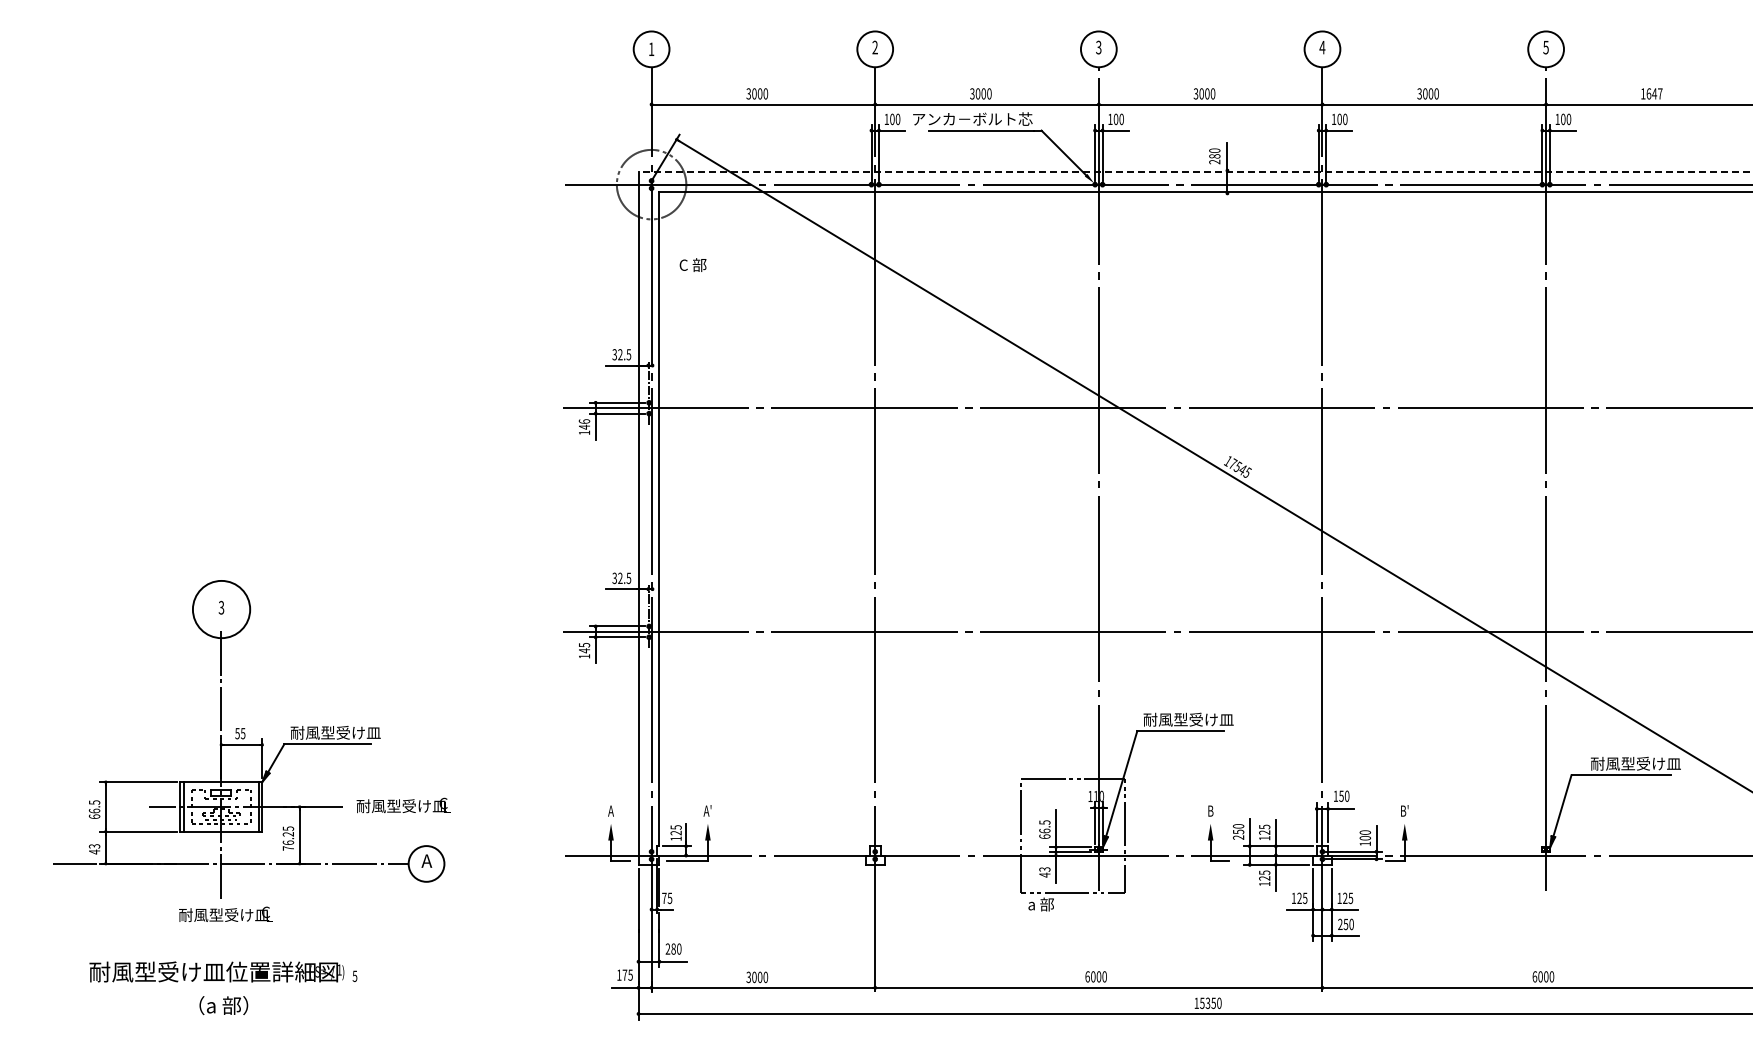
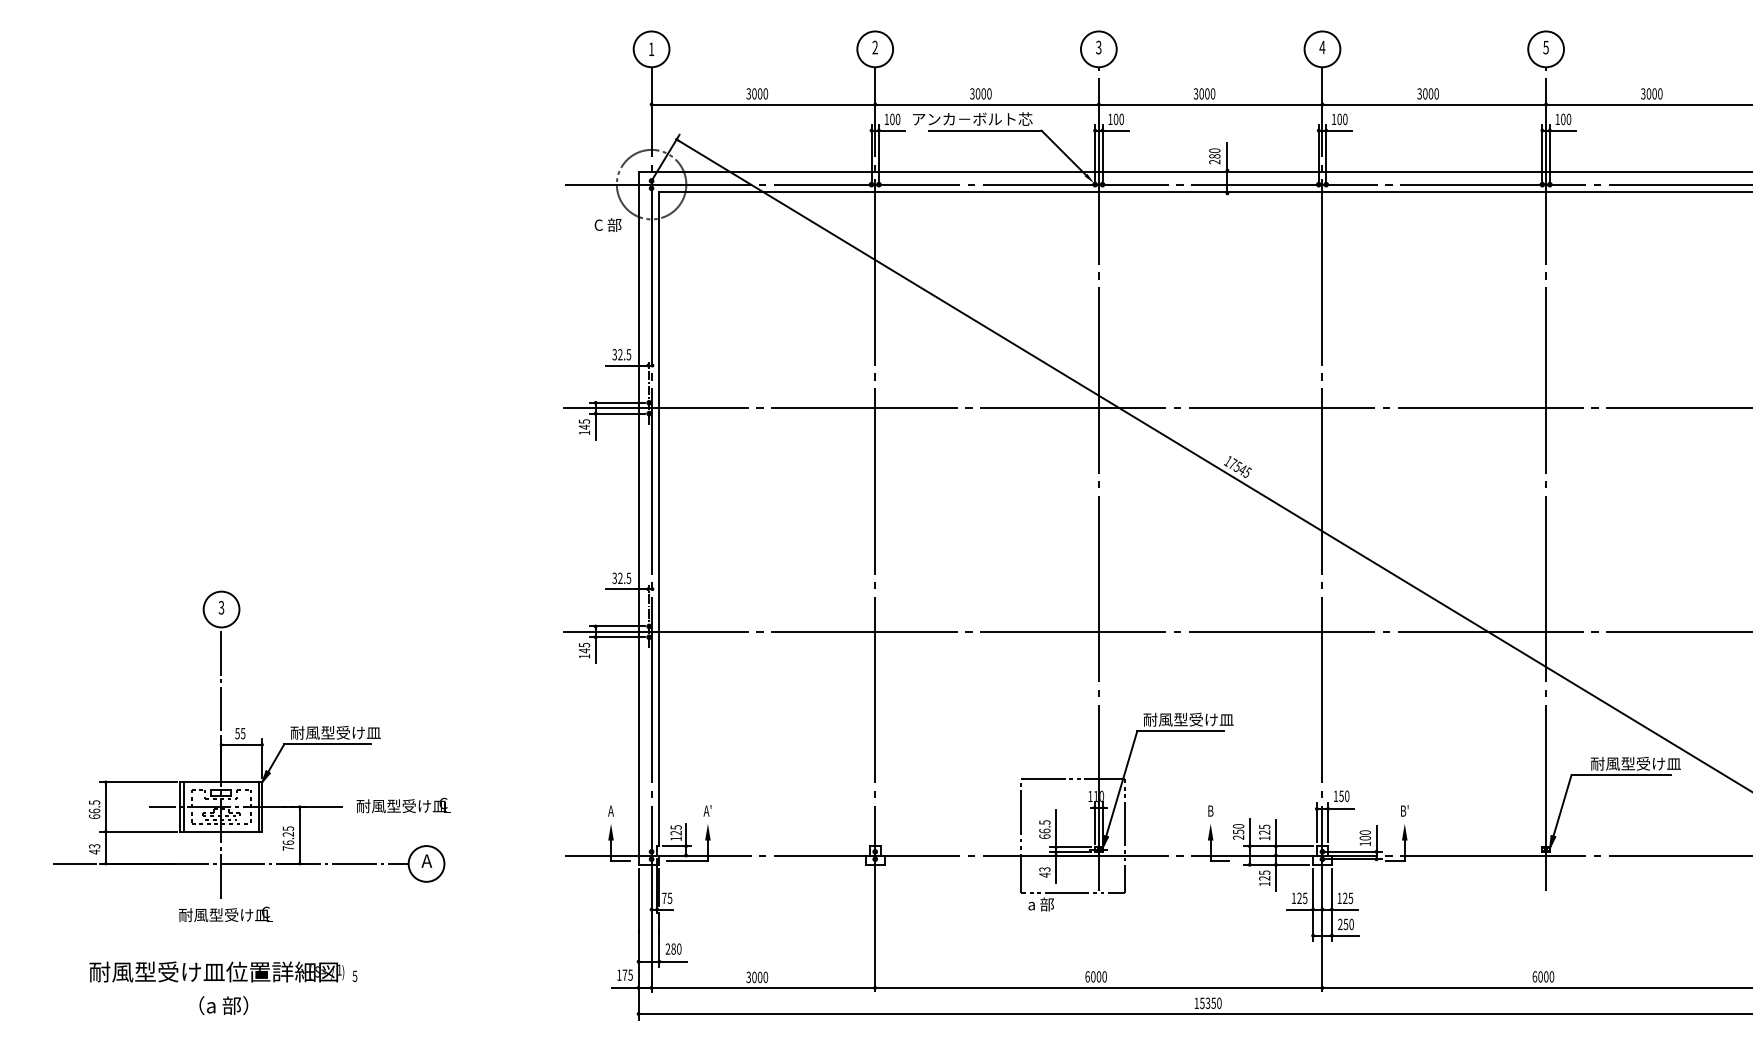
text at (1651, 93): 1647 -> 3000
line at (1195, 171): dashed -> solid
text at (692, 264) position: (692, 264) -> (607, 224)
text at (584, 421): 146 -> 145
circle at (221, 609) diameter: 57 px -> 36 px
